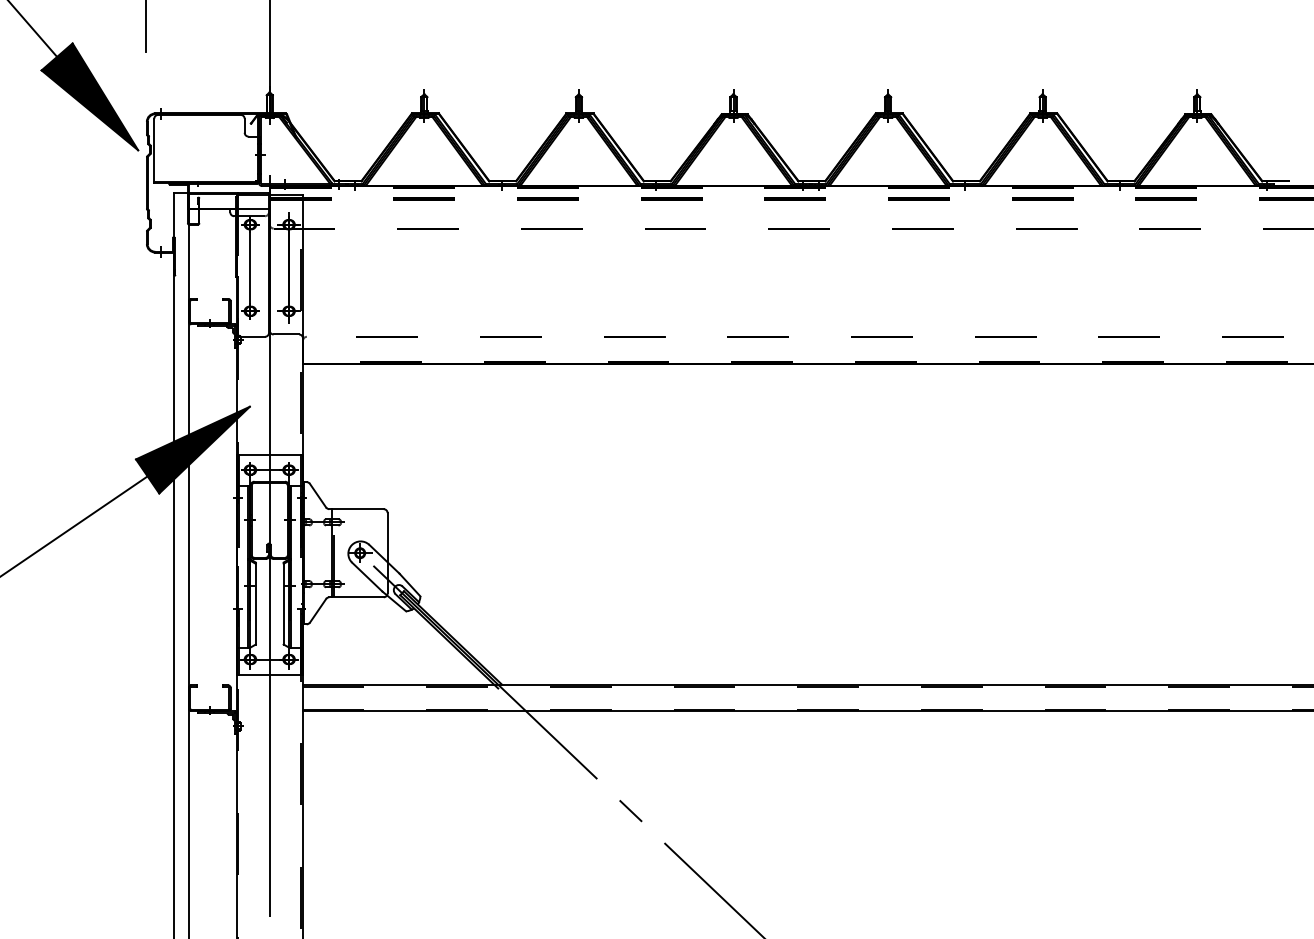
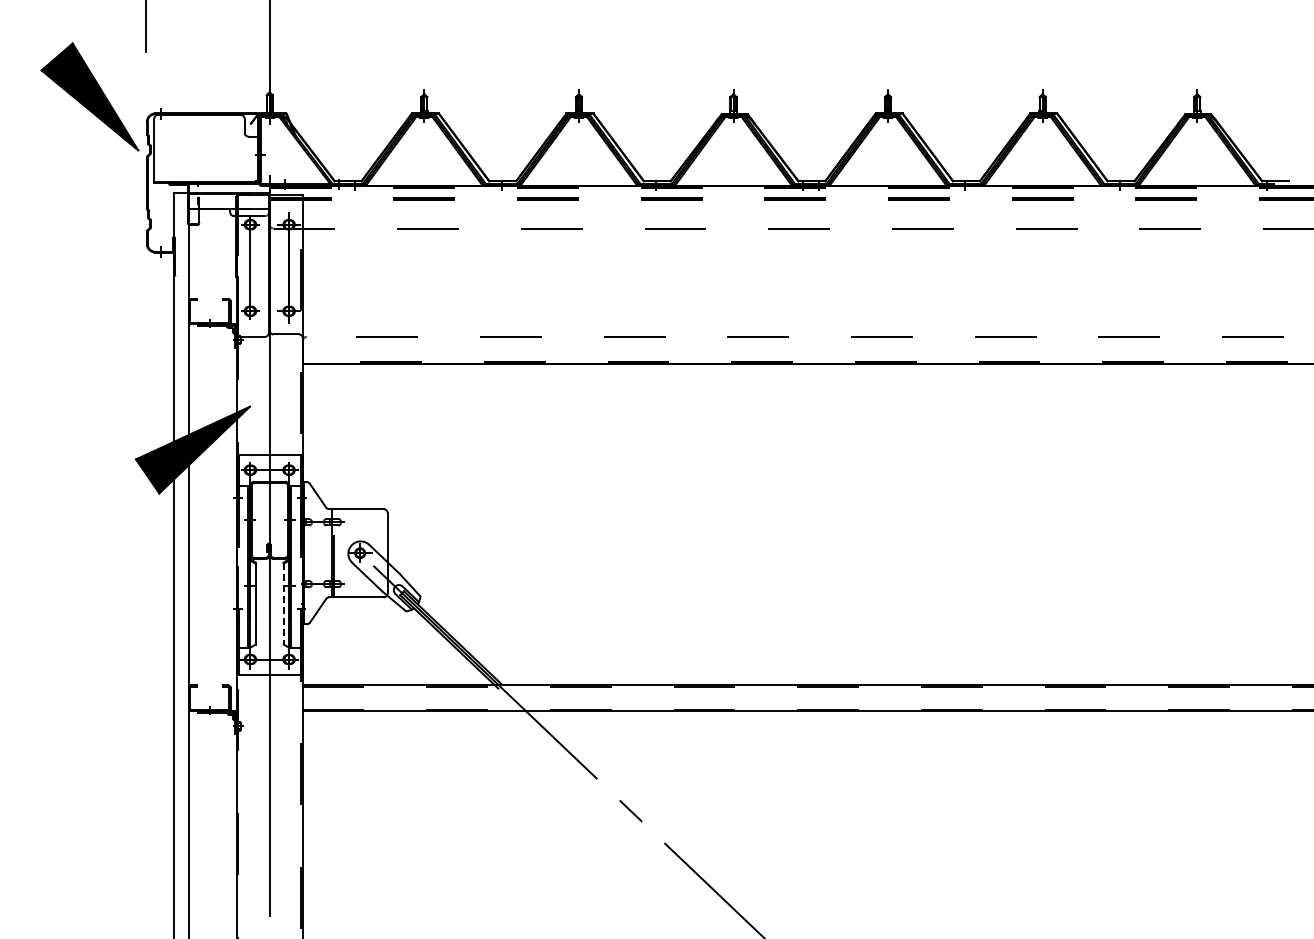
line at (33, 29): present -> none
line at (74, 525): present -> none
line at (283, 604): solid -> dashed
